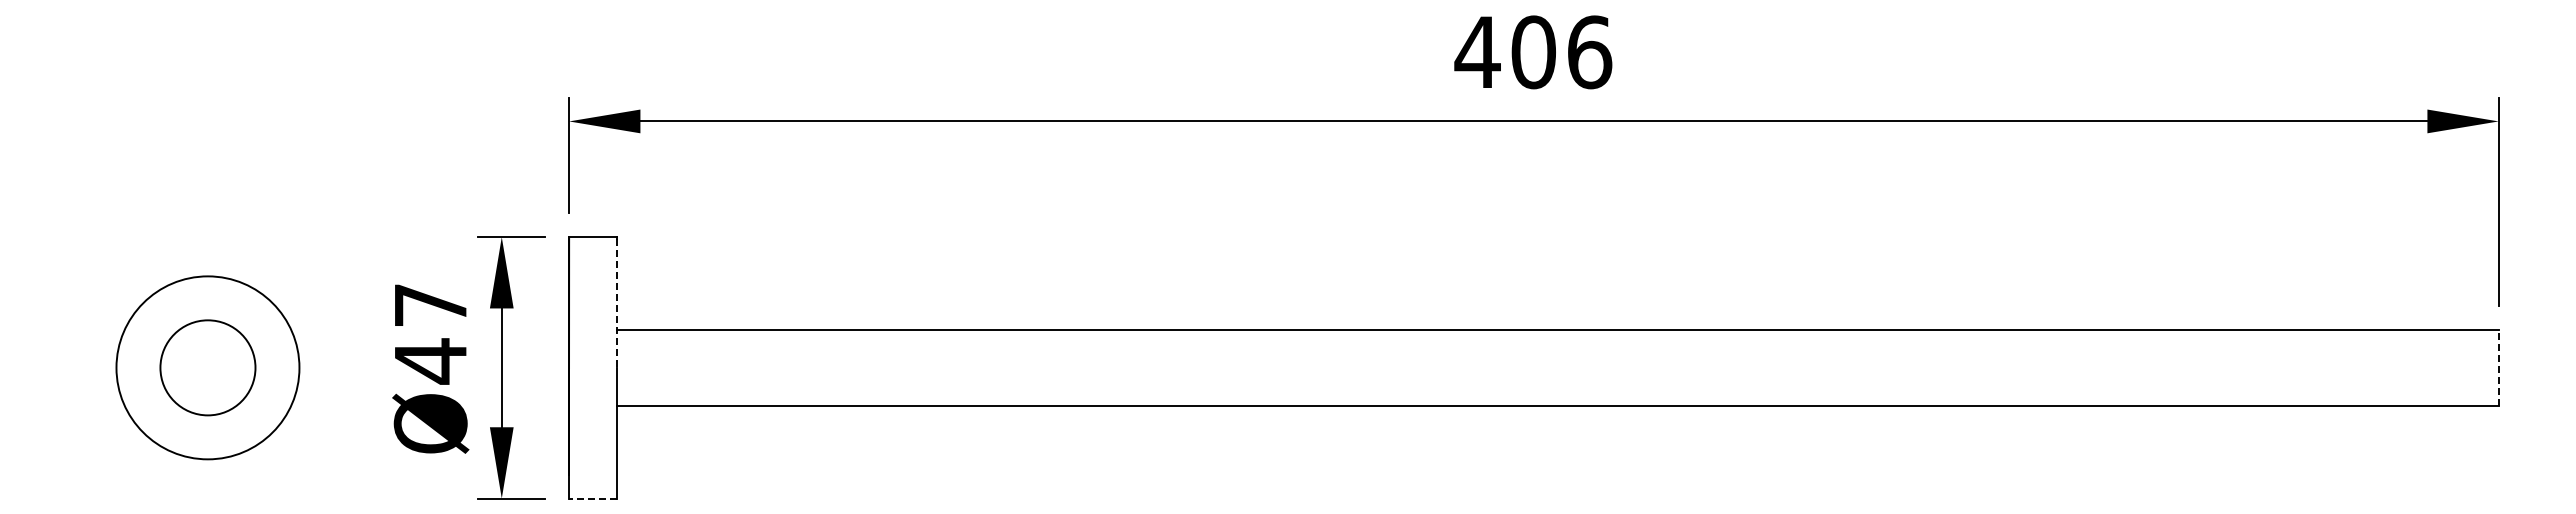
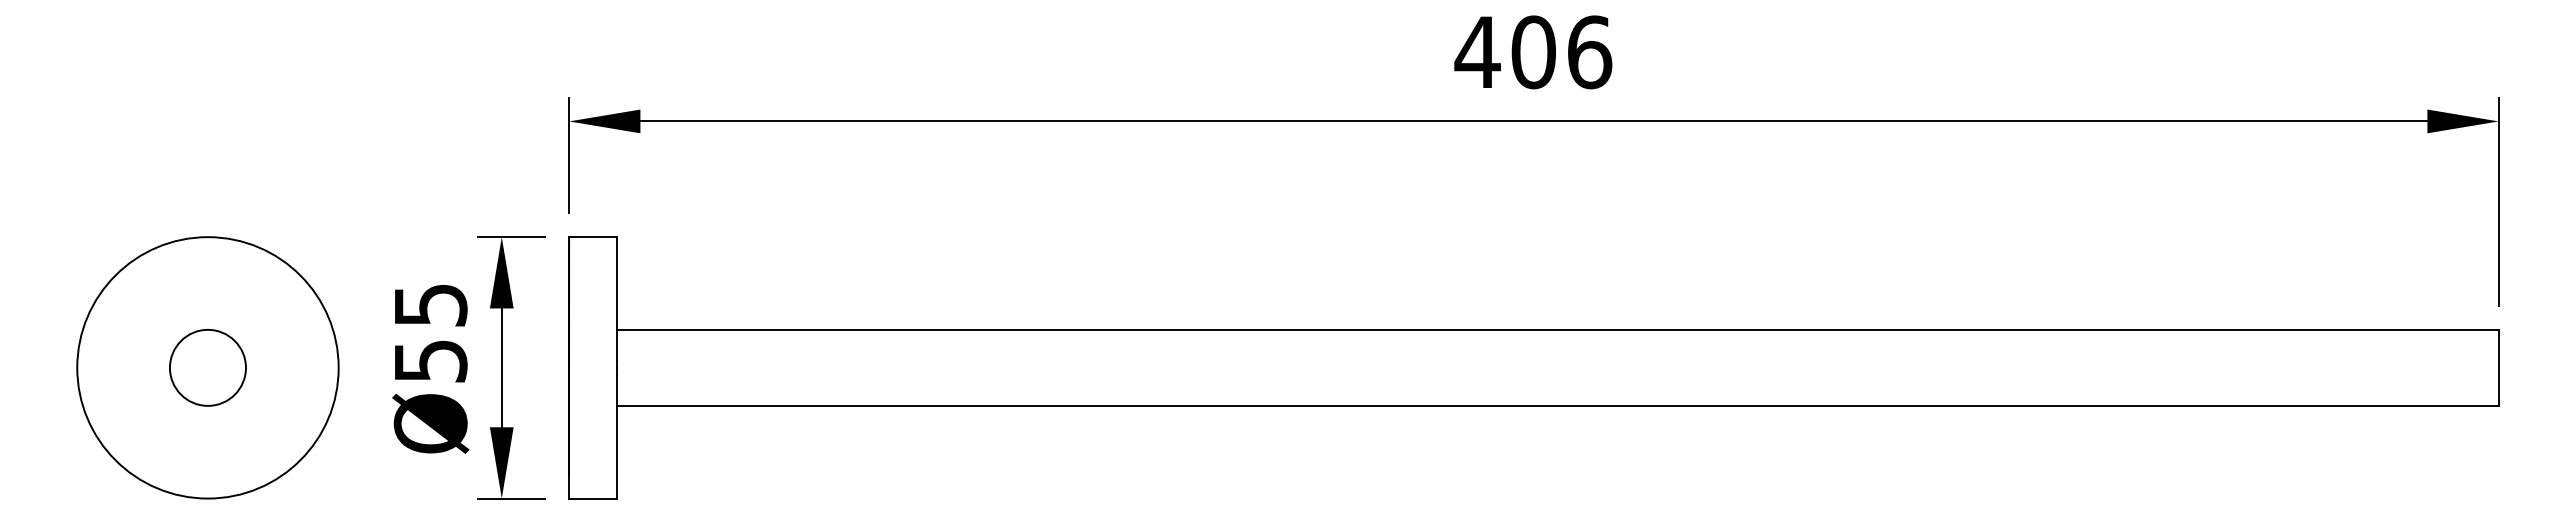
line at (616, 303): dashed -> solid
text at (431, 334): Ø47 -> Ø55
circle at (207, 367) diameter: 183 px -> 261 px
circle at (207, 367) diameter: 95 px -> 76 px
line at (2498, 367): dashed -> solid
line at (592, 498): dashed -> solid
